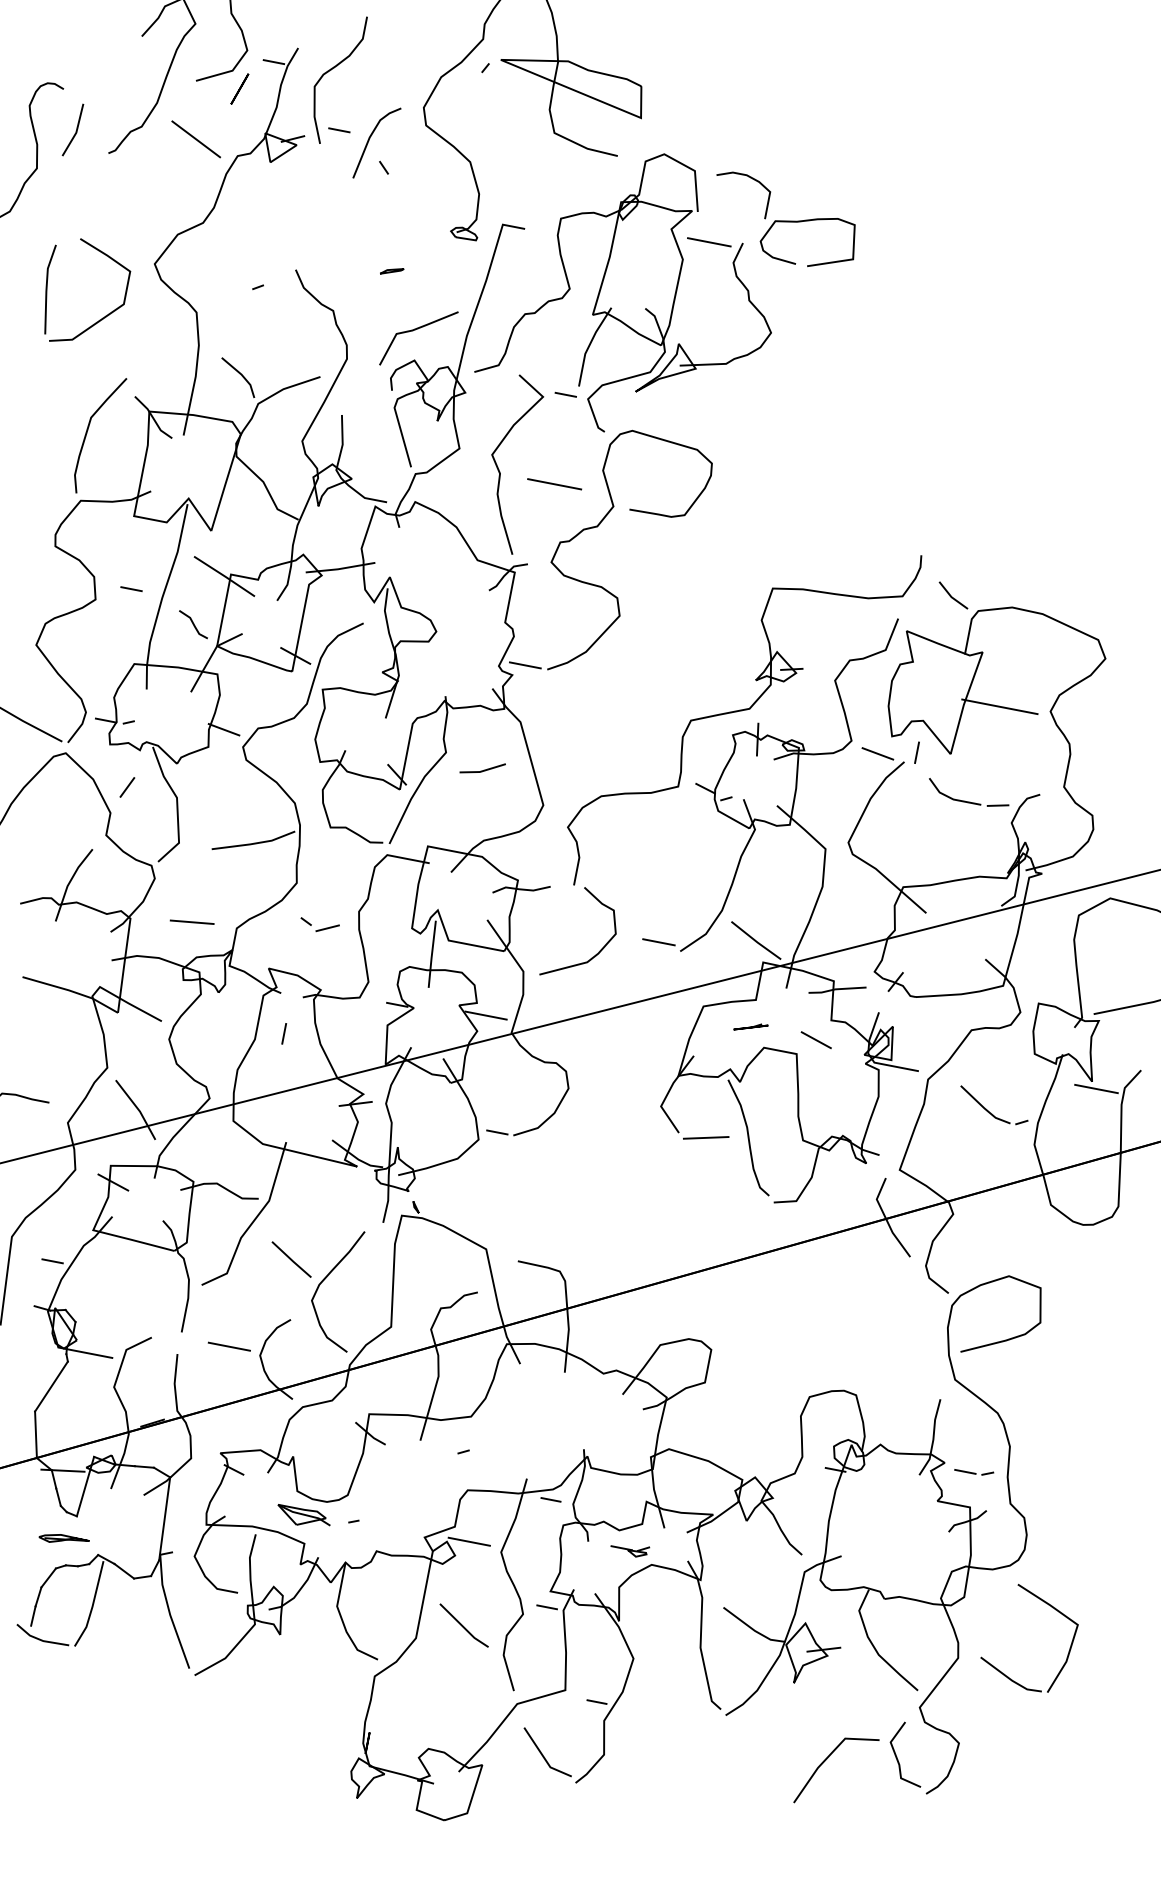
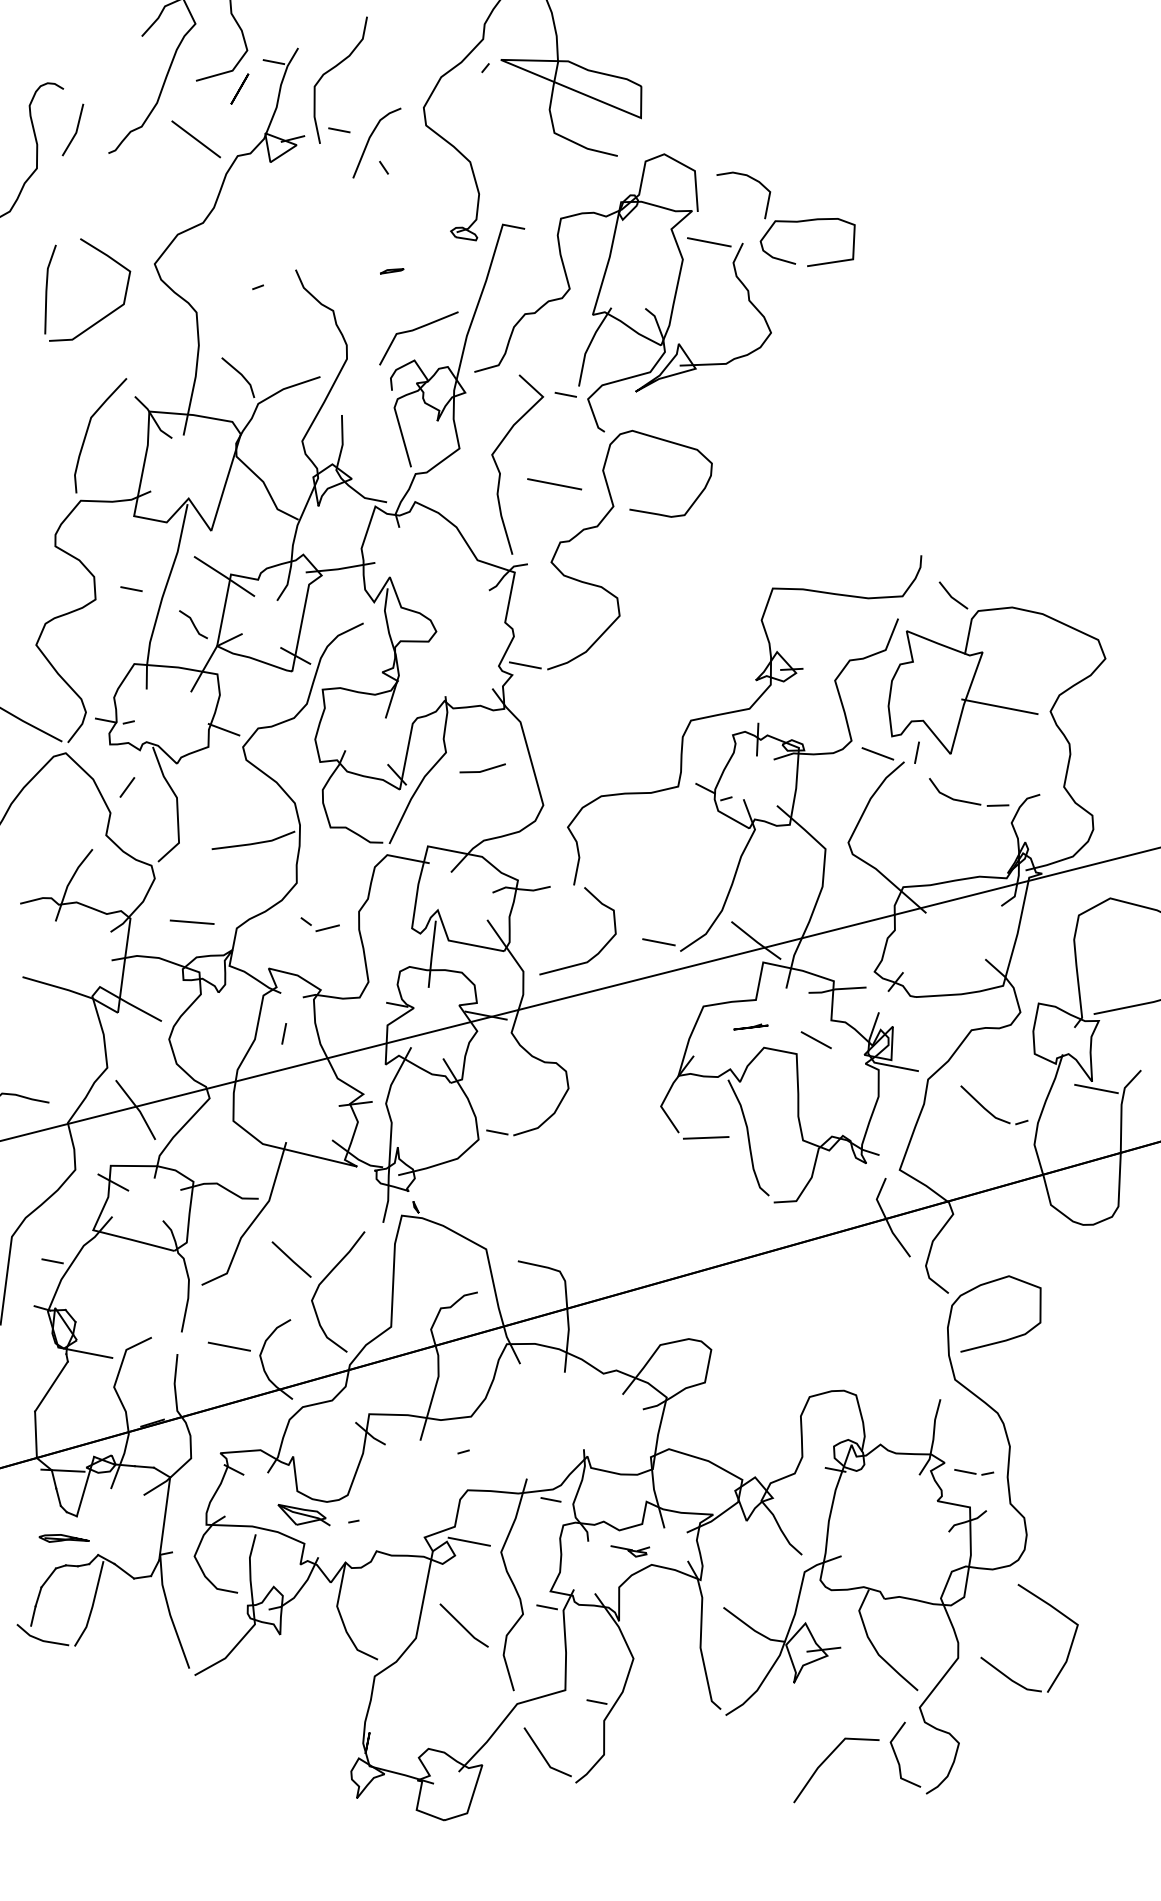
line at (579, 1016) position: (579, 1016) -> (579, 994)
